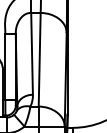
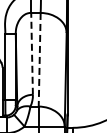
line at (32, 53): solid -> dashed
line at (39, 59): solid -> dashed
